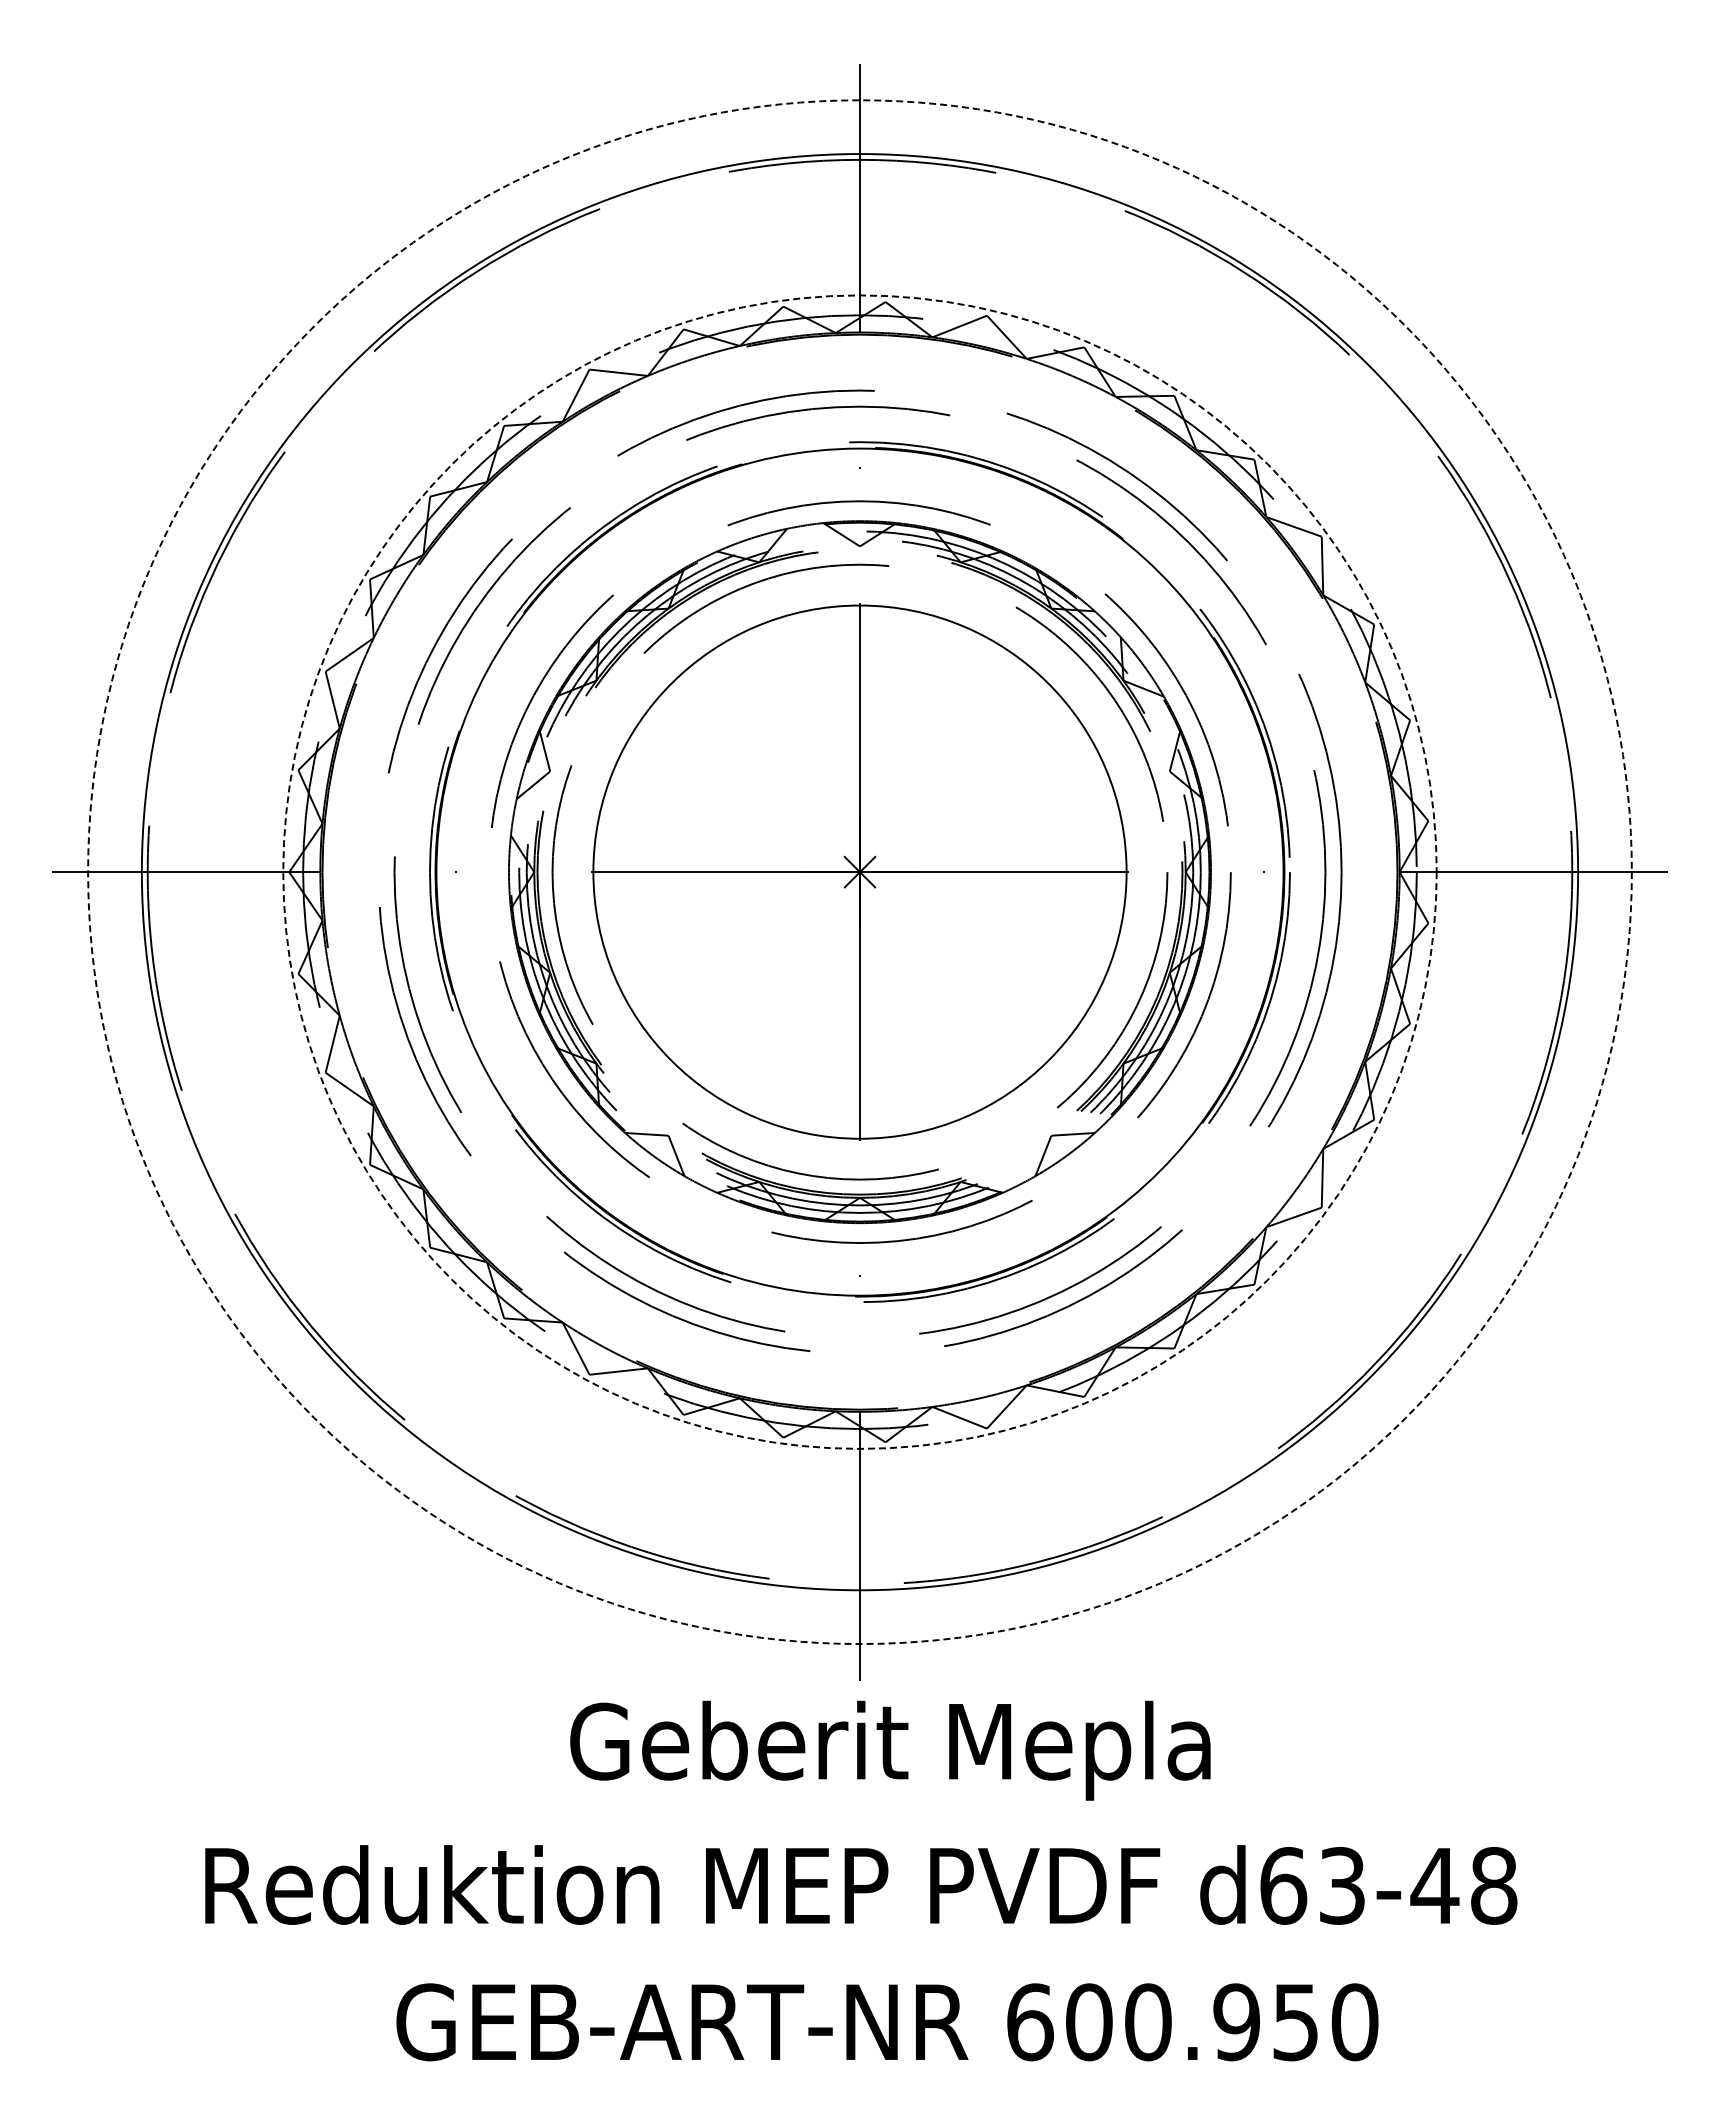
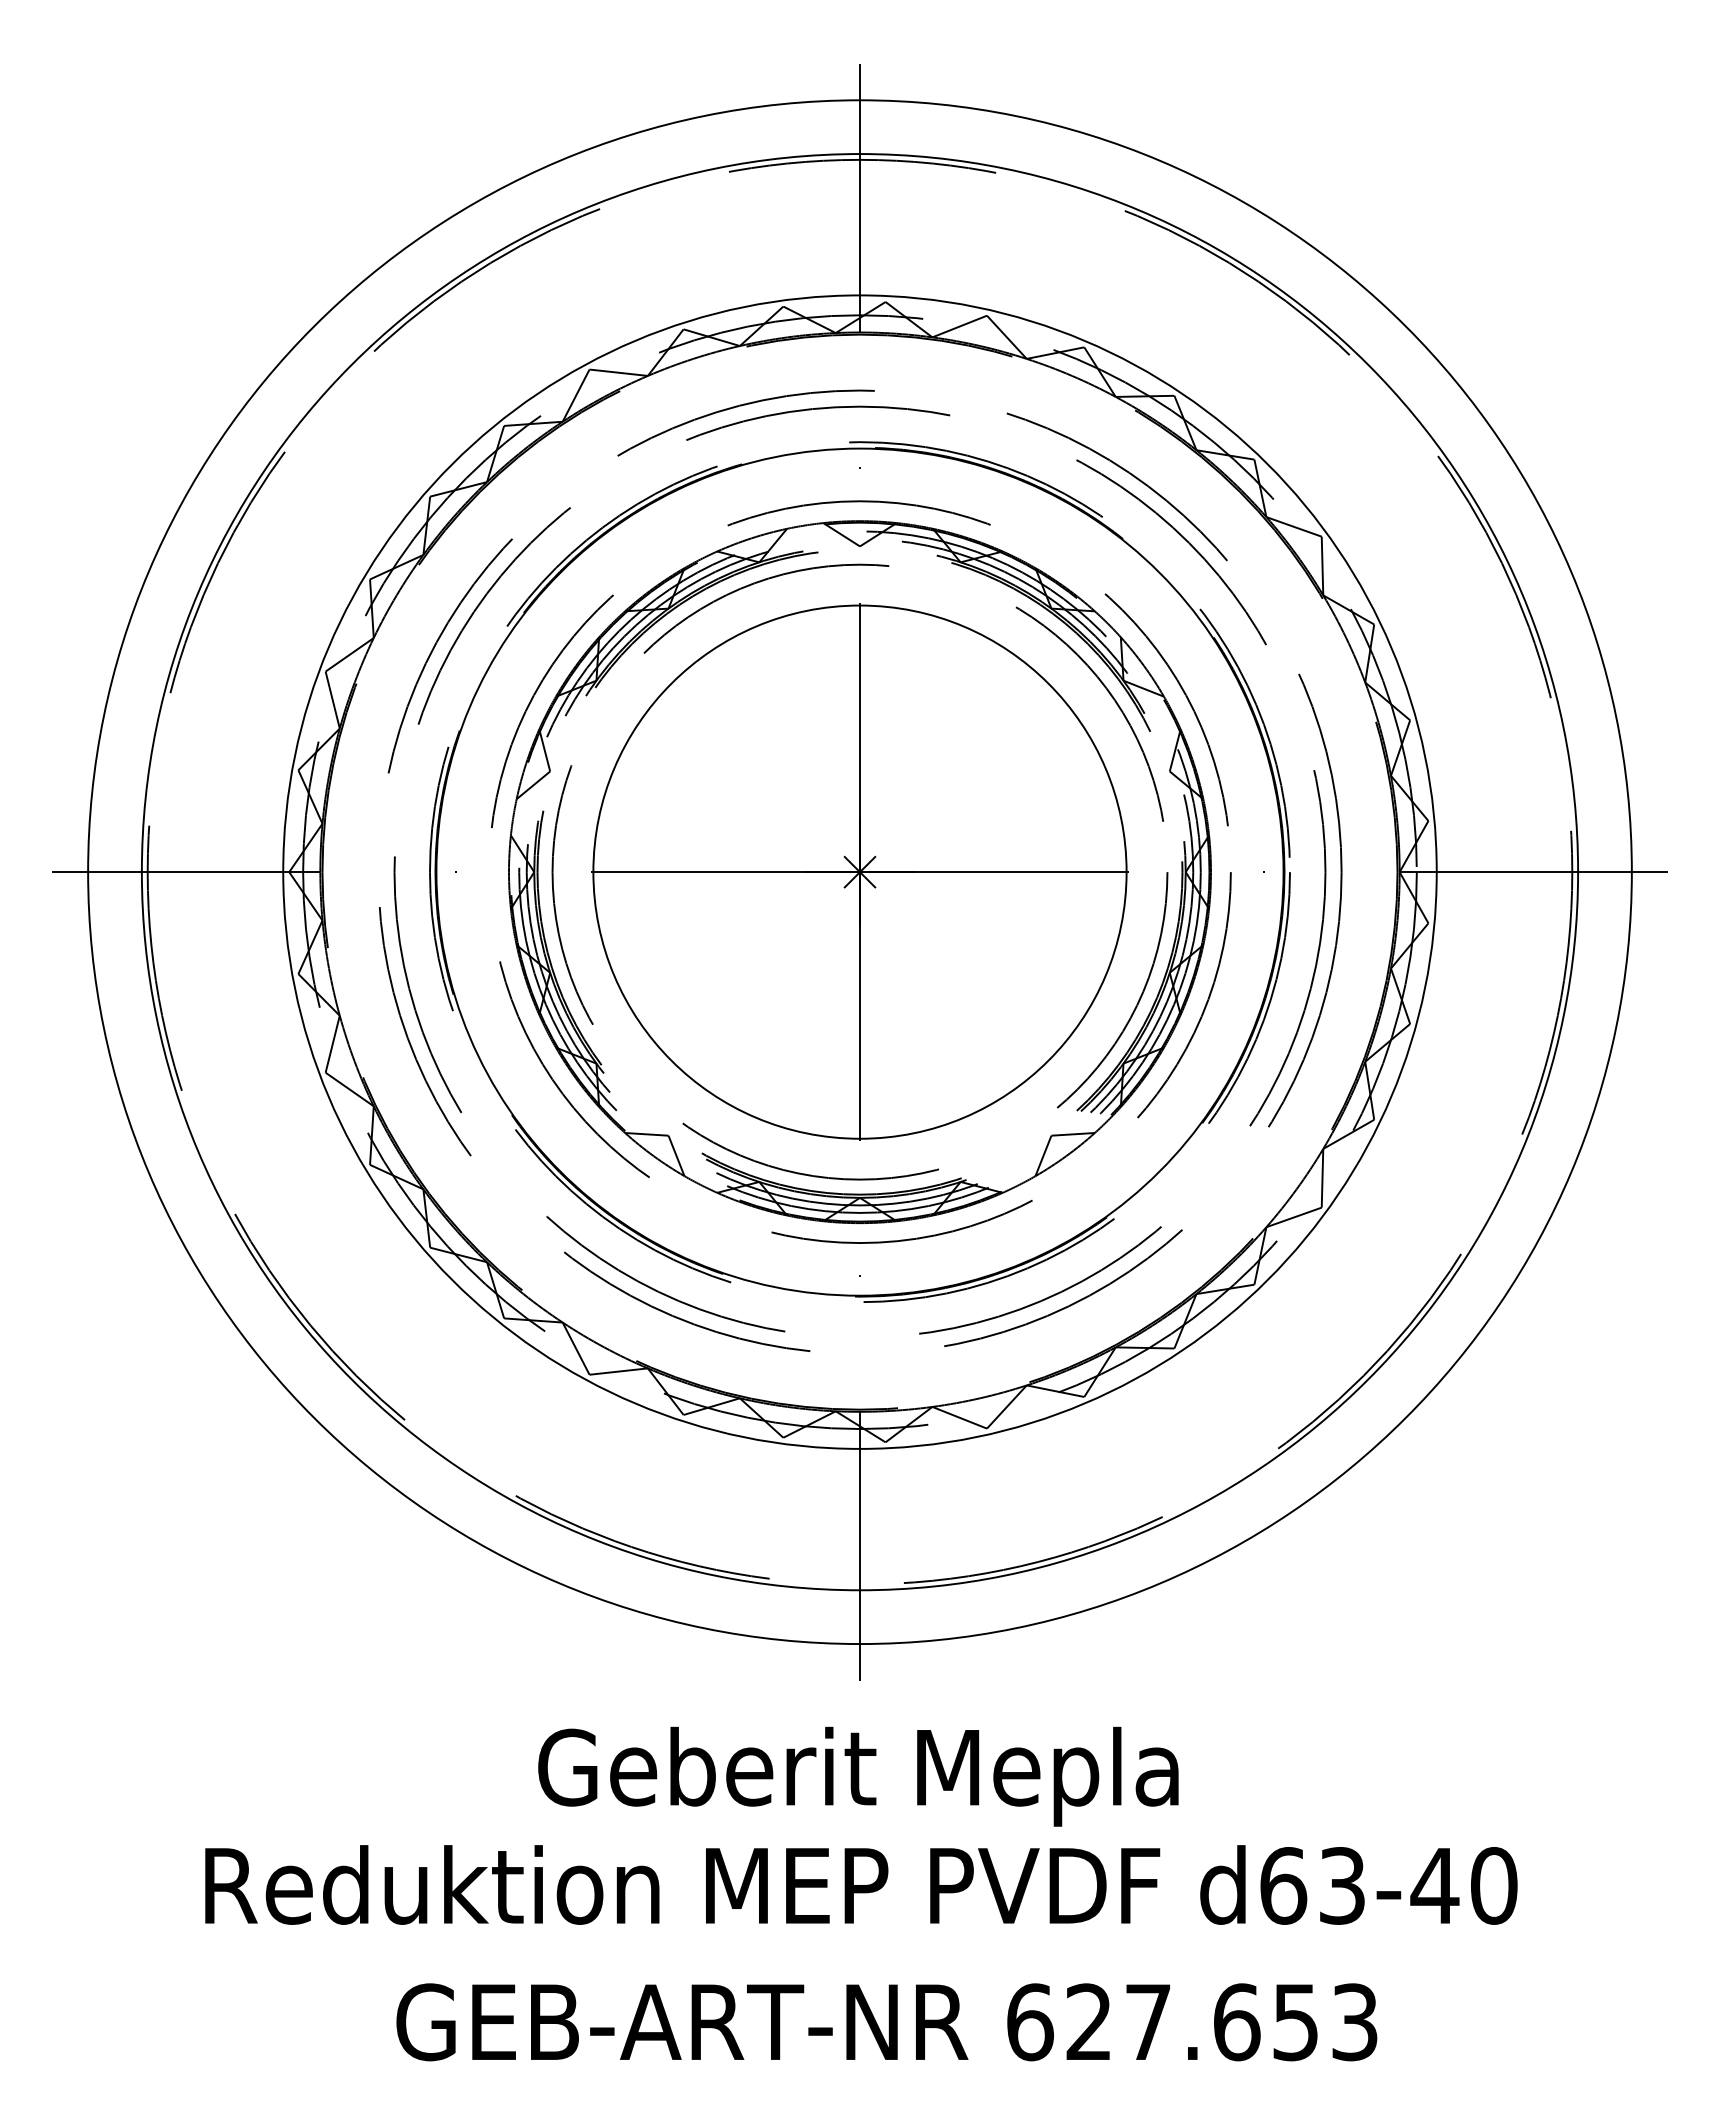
circle at (859, 871): dashed -> solid
circle at (859, 872): dashed -> solid
text at (890, 1750) position: (890, 1750) -> (858, 1776)
text at (1494, 1885): d63-48 -> d63-40
text at (1222, 2022): 600.950 -> 627.653
